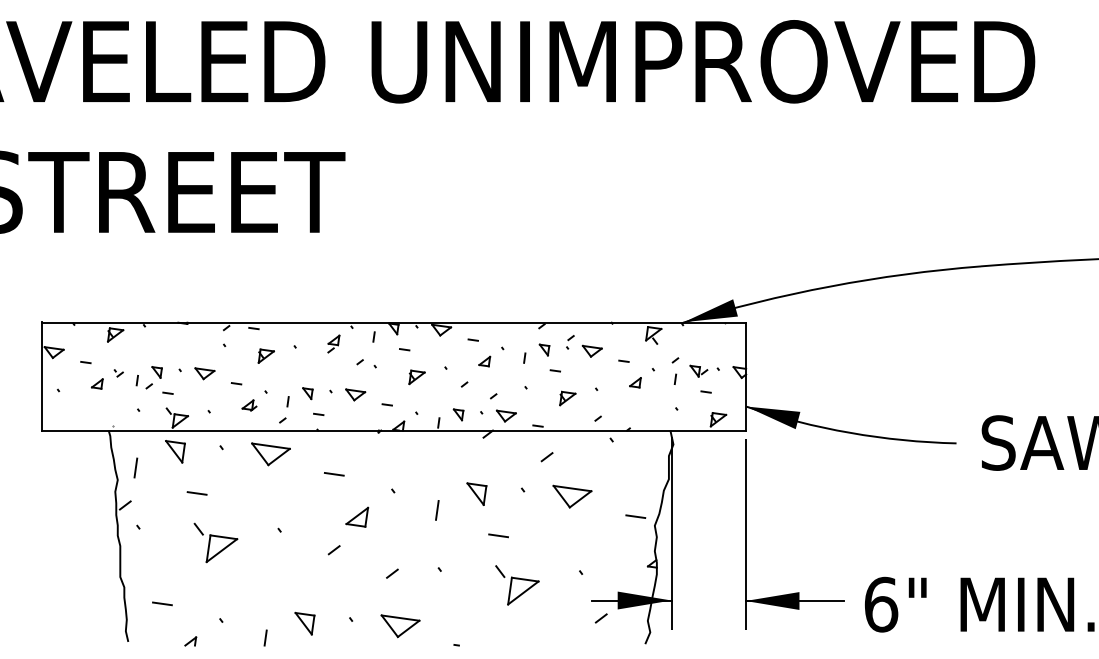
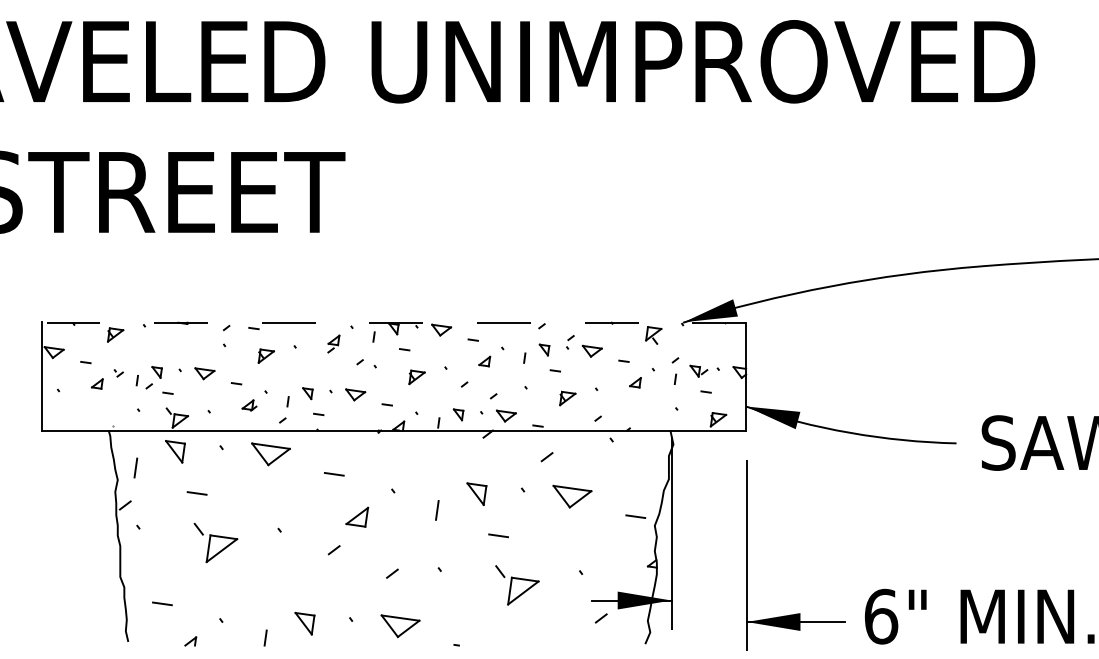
line at (394, 322): solid -> dashed
part at (746, 534) position: (746, 534) -> (747, 555)
text at (979, 604) position: (979, 604) -> (979, 616)
